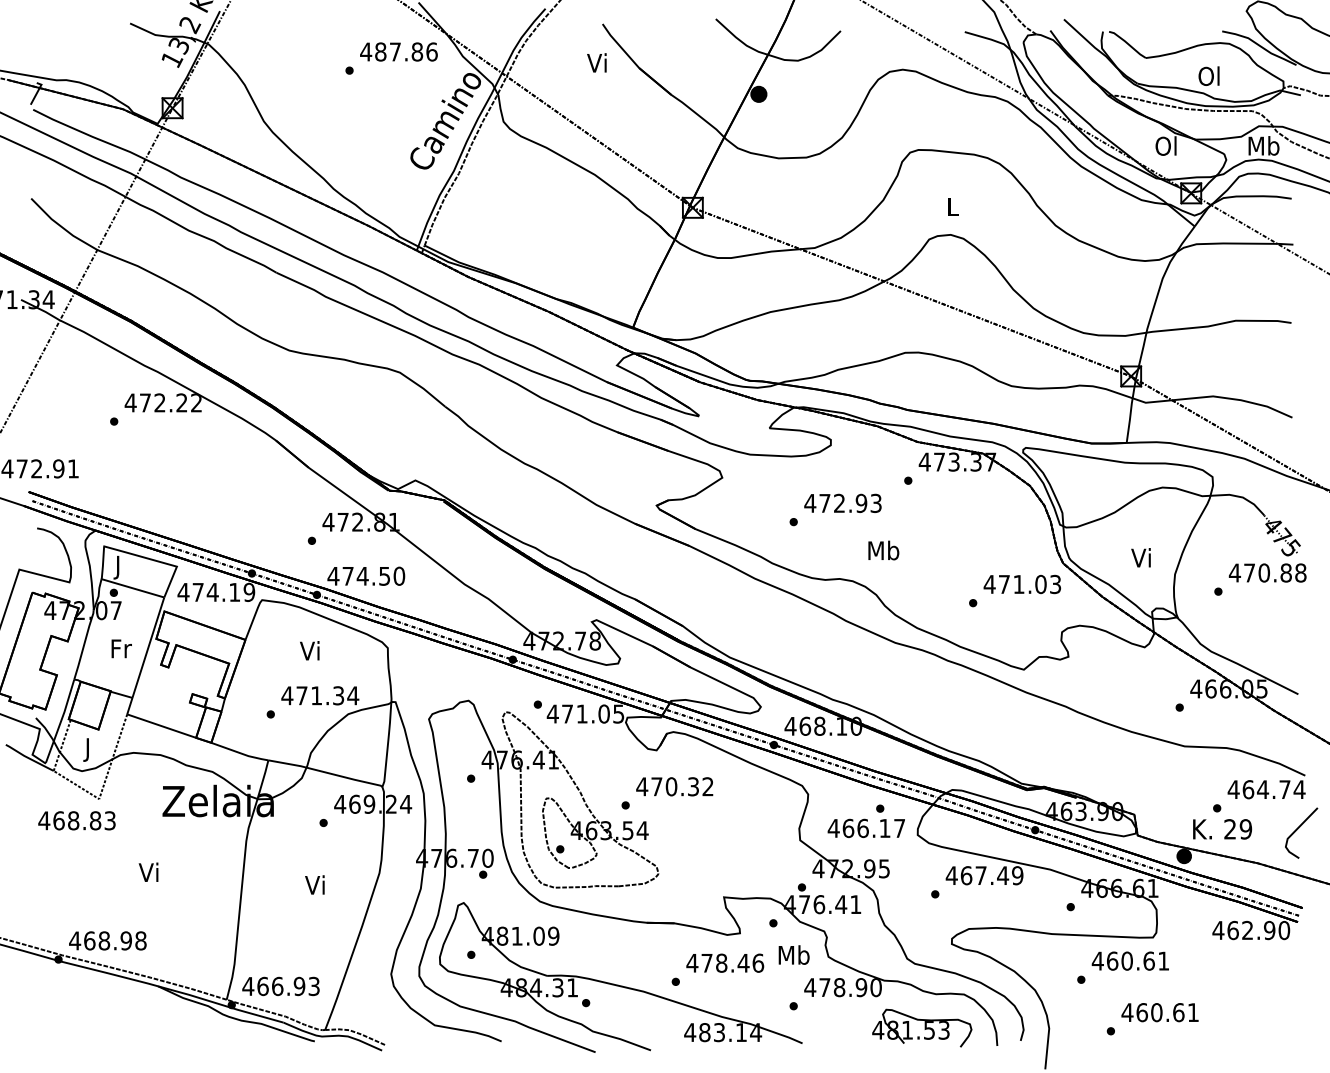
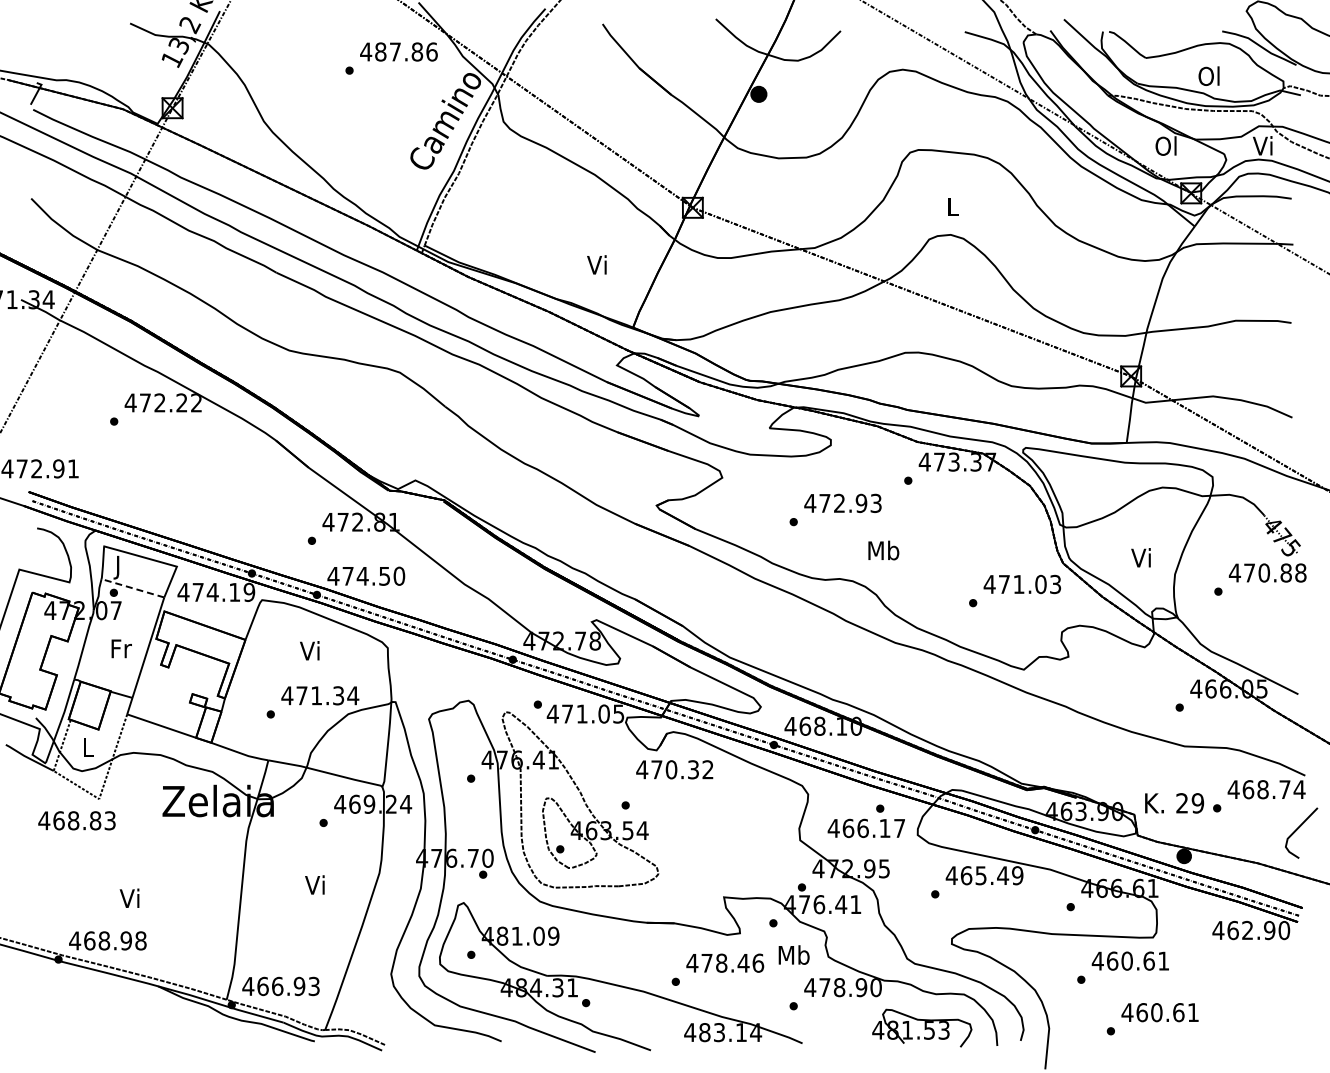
text at (596, 62) position: (596, 62) -> (596, 264)
text at (1263, 145): Mb -> Vi
line at (132, 588): solid -> dashed
text at (88, 749): J -> L
text at (674, 786) position: (674, 786) -> (674, 769)
text at (1263, 789): 464.74 -> 468.74
text at (1222, 829) position: (1222, 829) -> (1174, 803)
text at (148, 871) position: (148, 871) -> (129, 897)
text at (980, 875): 467.49 -> 465.49
